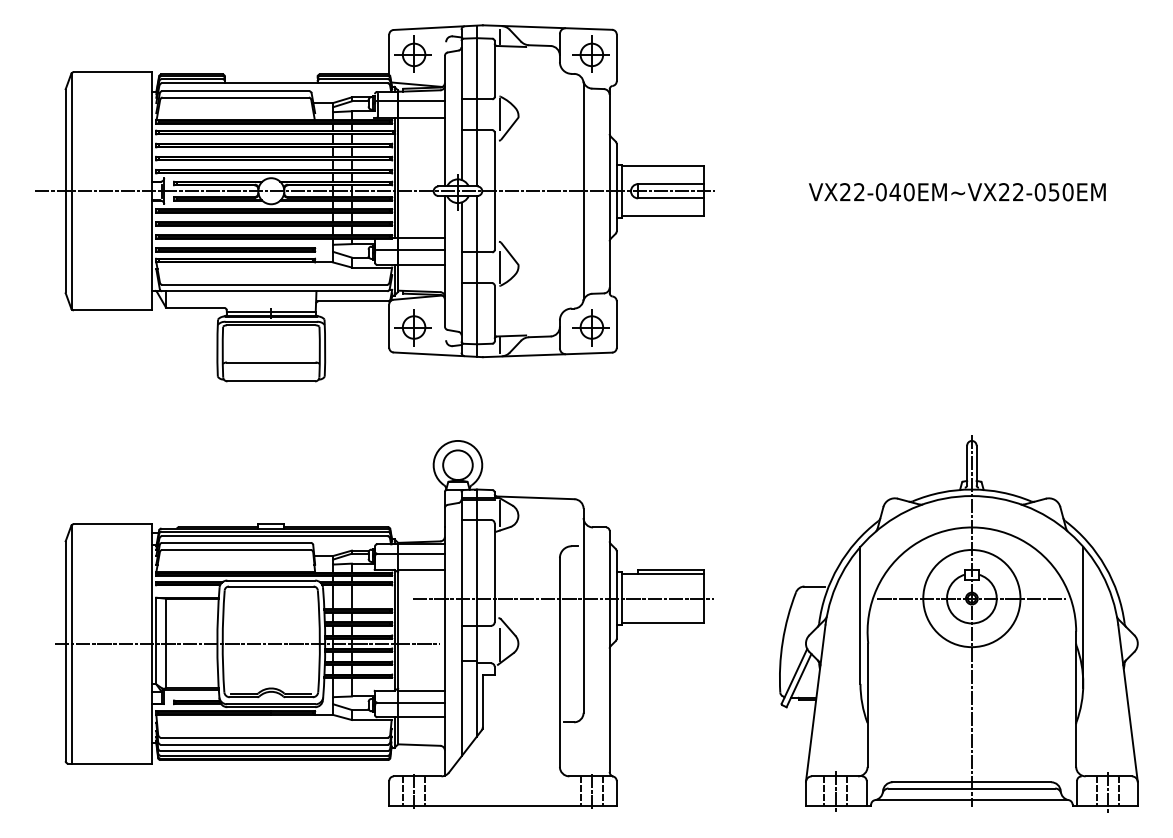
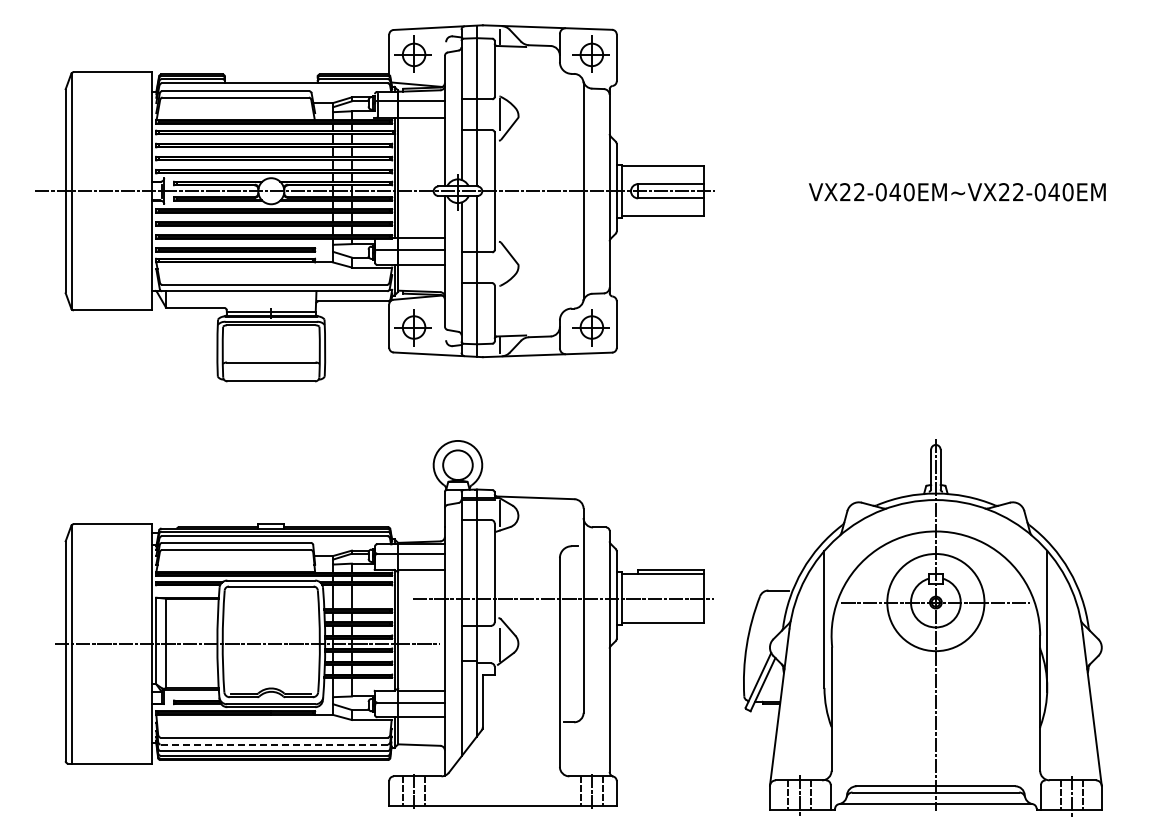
text at (1053, 192): VX22-040EM~VX22-050EM -> VX22-040EM~VX22-040EM
line at (500, 267): present -> none
part at (958, 623) position: (958, 623) -> (922, 627)
line at (274, 744): solid -> dashed
